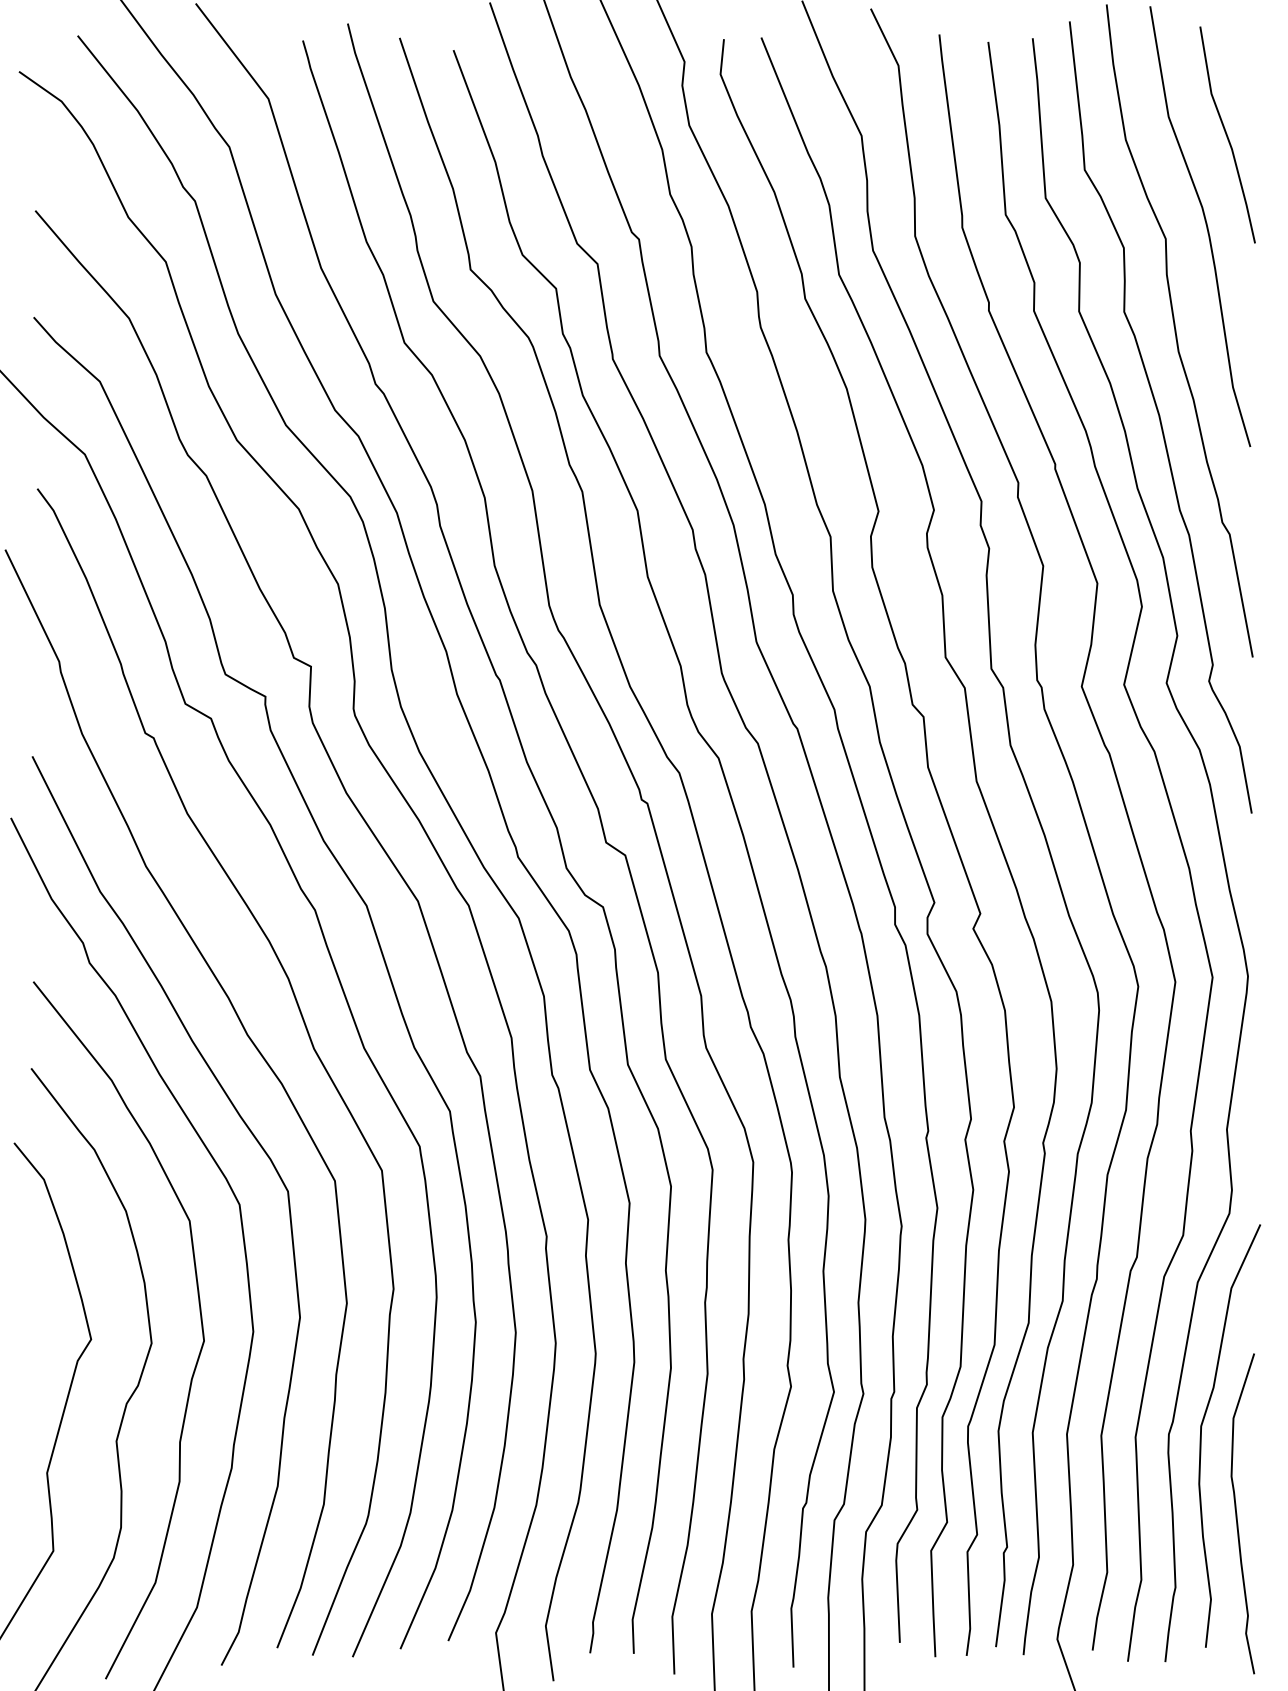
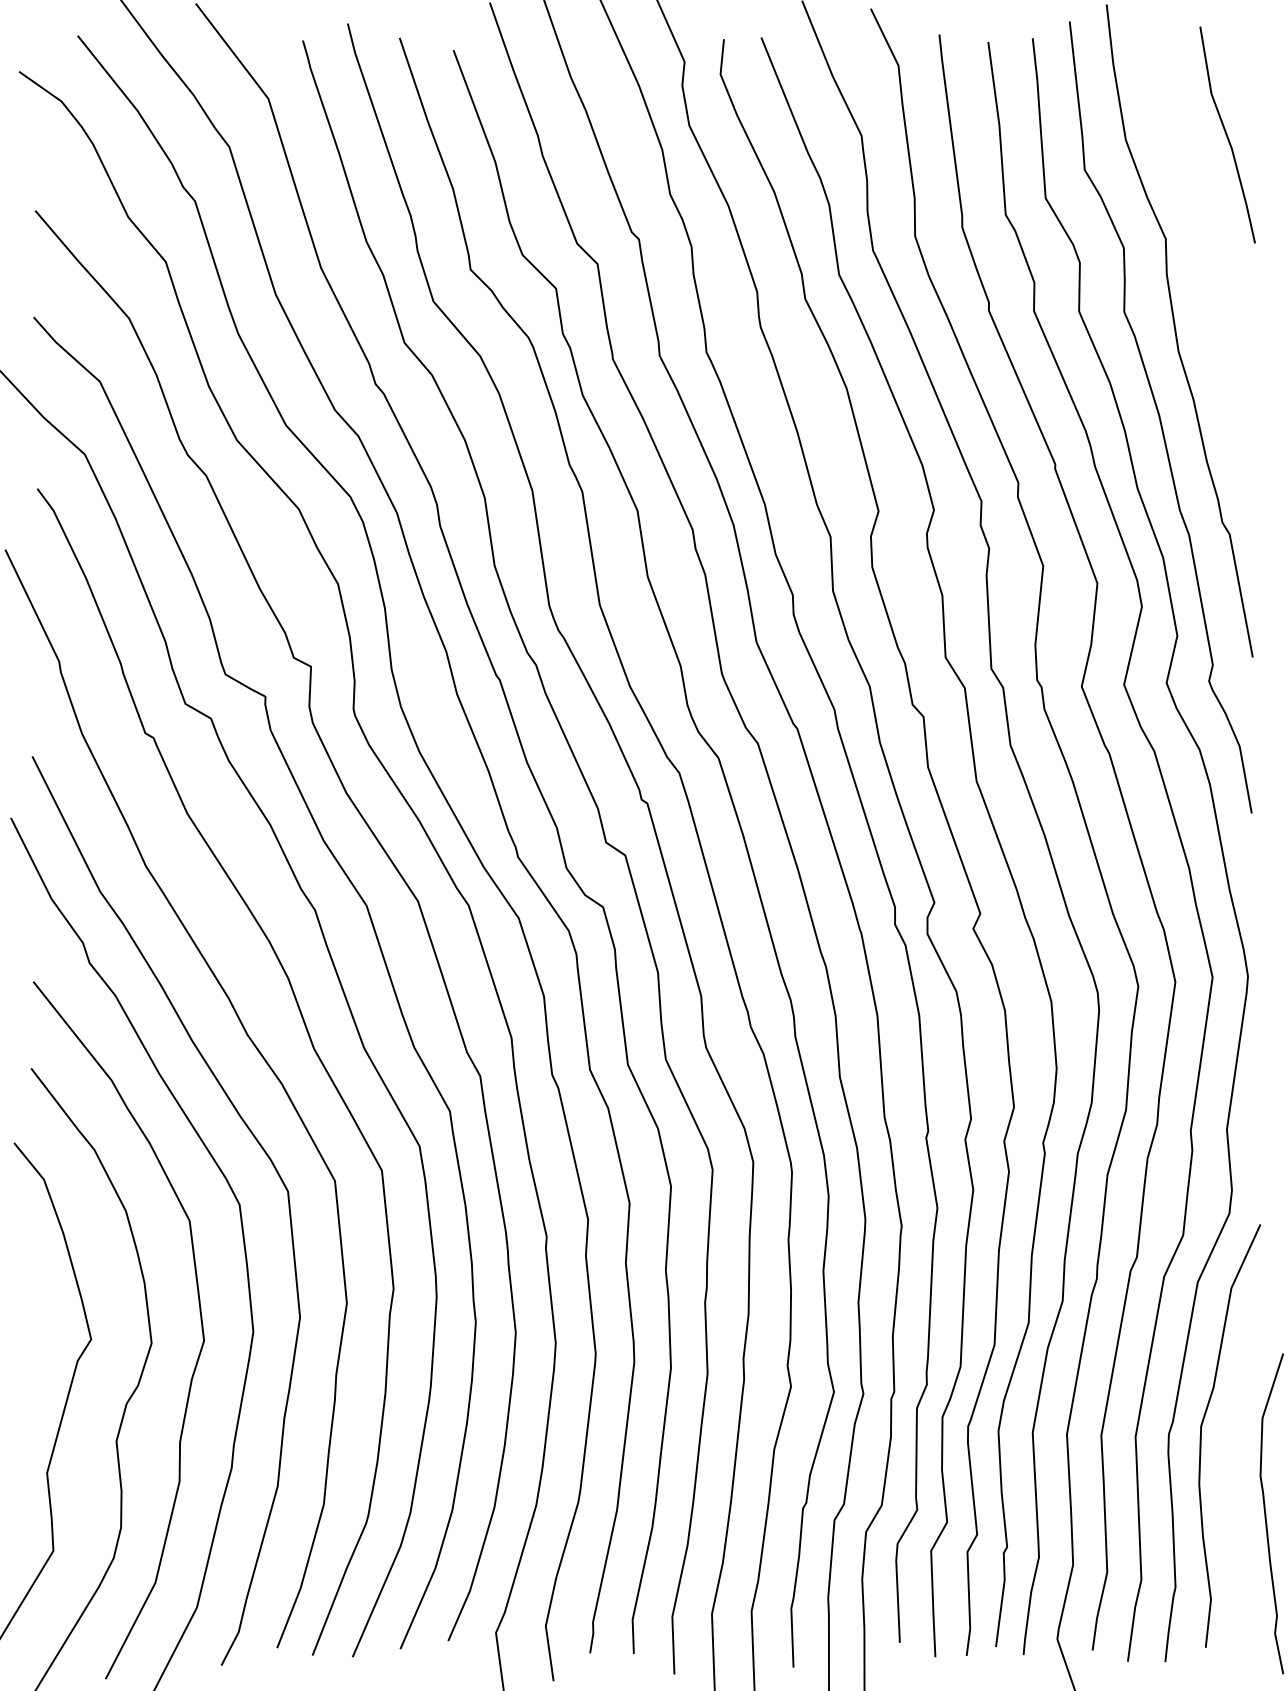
curve at (1205, 224): present -> none
curve at (1237, 1513) position: (1237, 1513) -> (1266, 1513)
